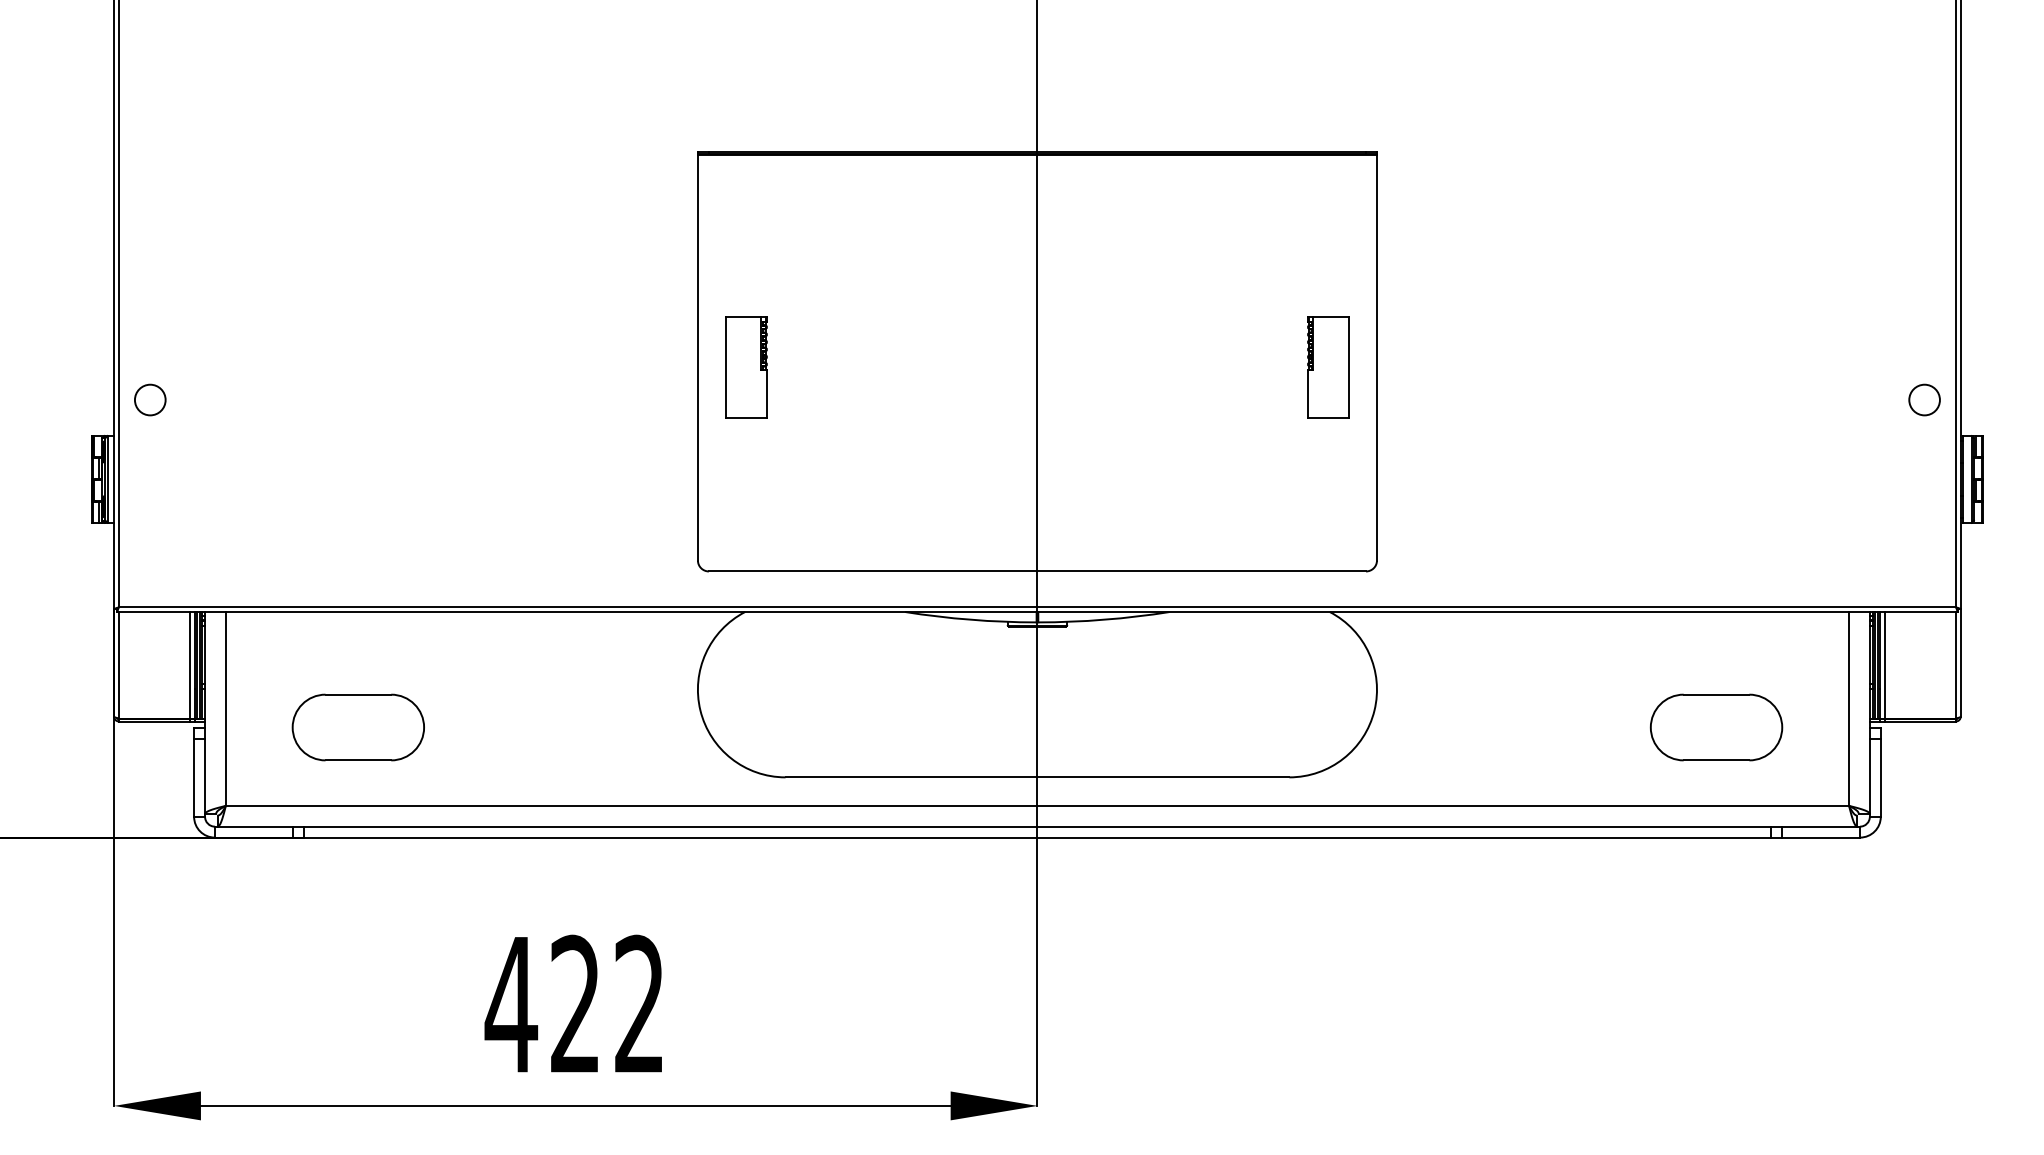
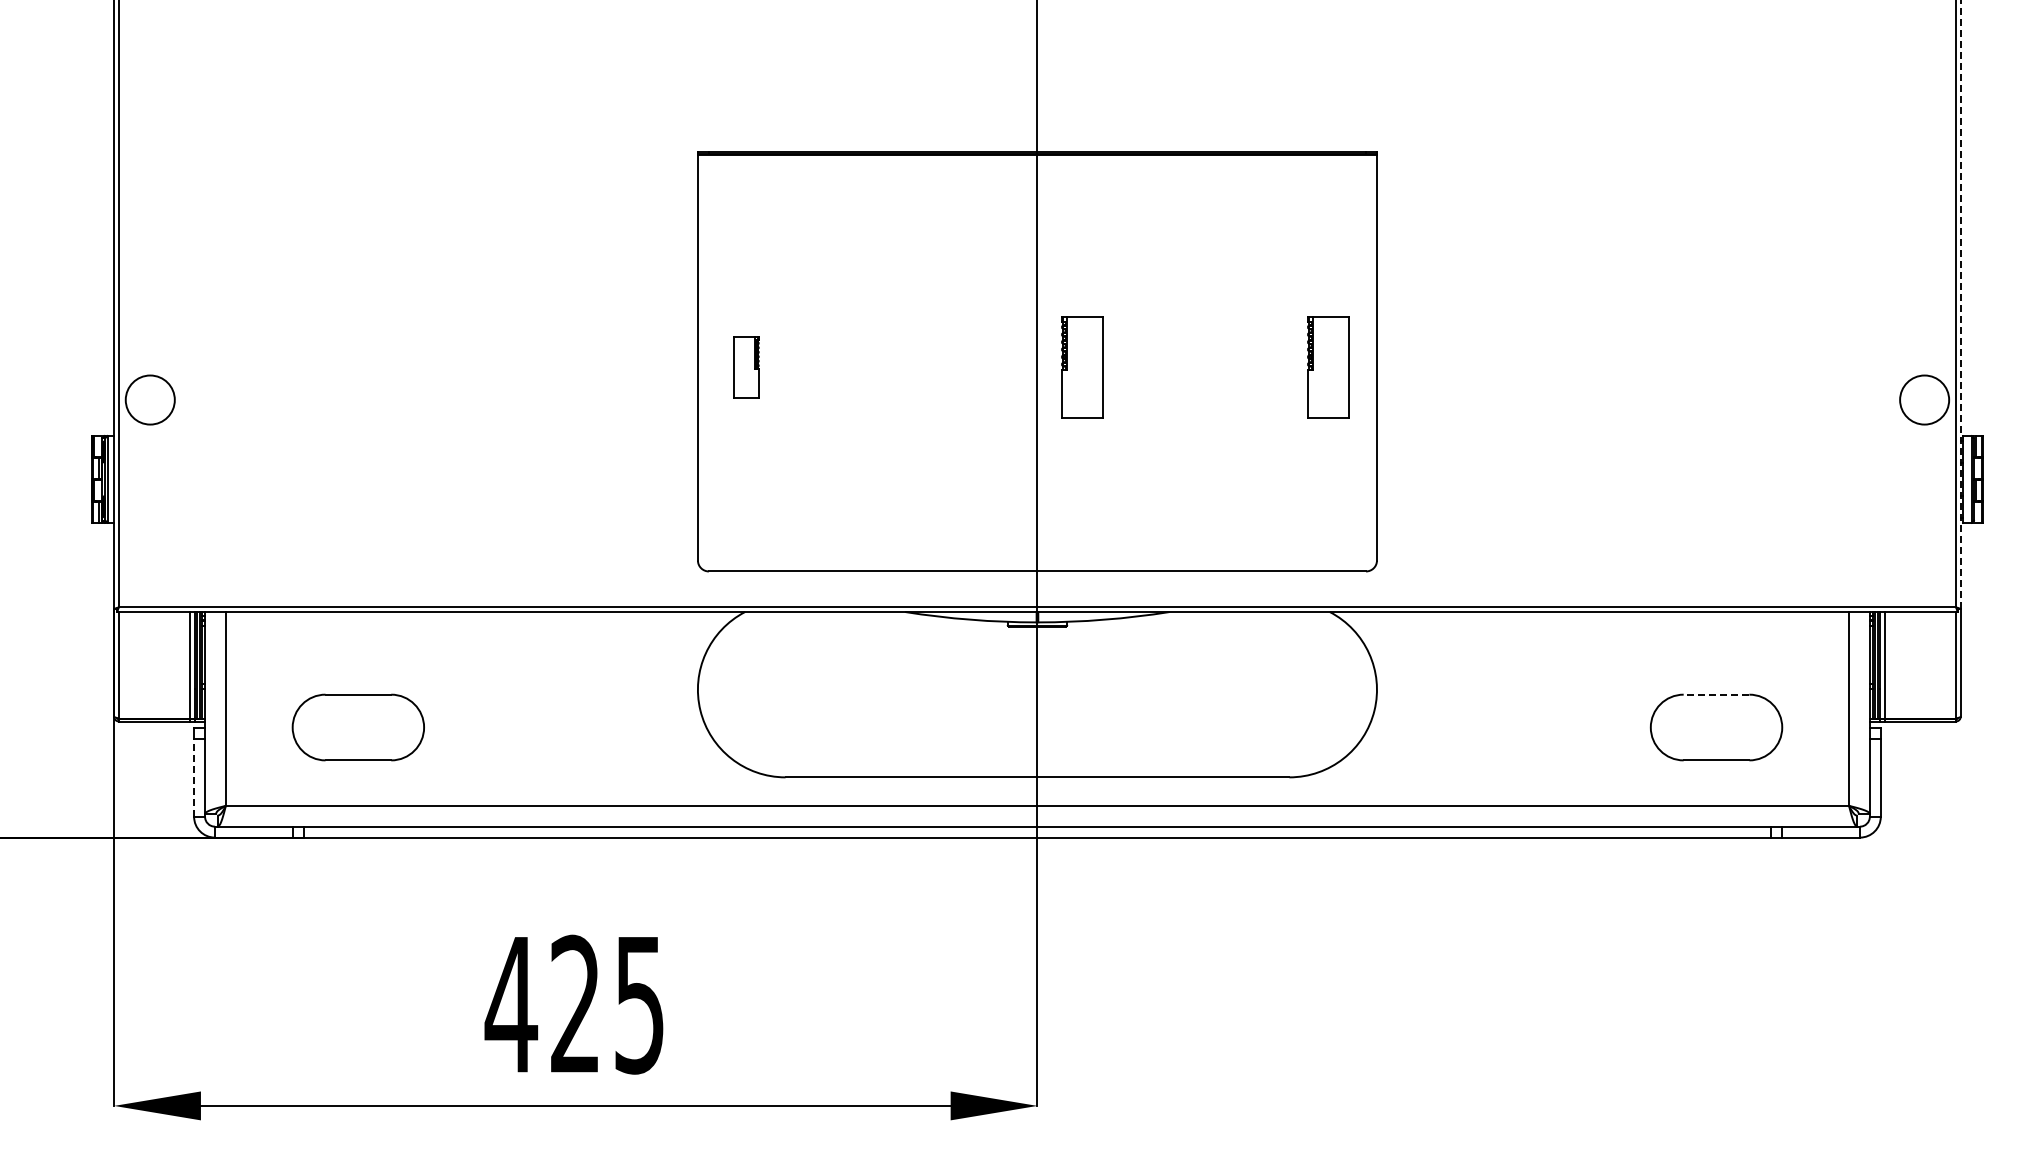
line at (1960, 304): solid -> dashed
part at (746, 367) size: 43x103 px -> 27x63 px
part at (1082, 367): none -> present
circle at (149, 399) diameter: 31 px -> 49 px
circle at (1924, 399) diameter: 31 px -> 49 px
line at (1716, 694): solid -> dashed
line at (194, 777): solid -> dashed
text at (639, 1004): 422 -> 425
